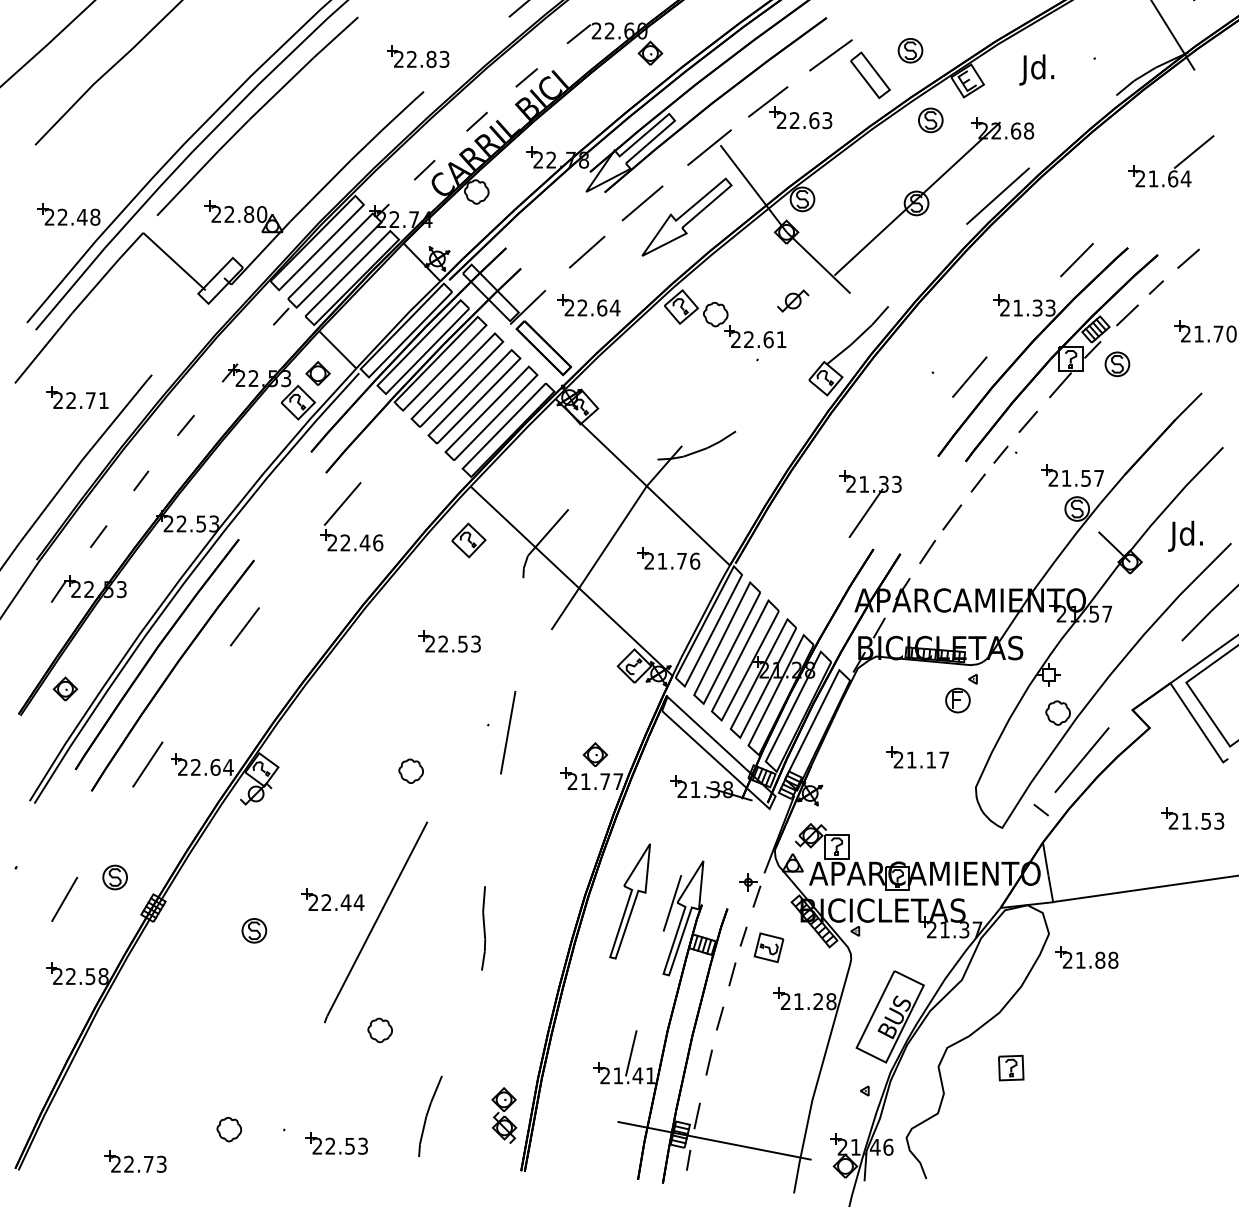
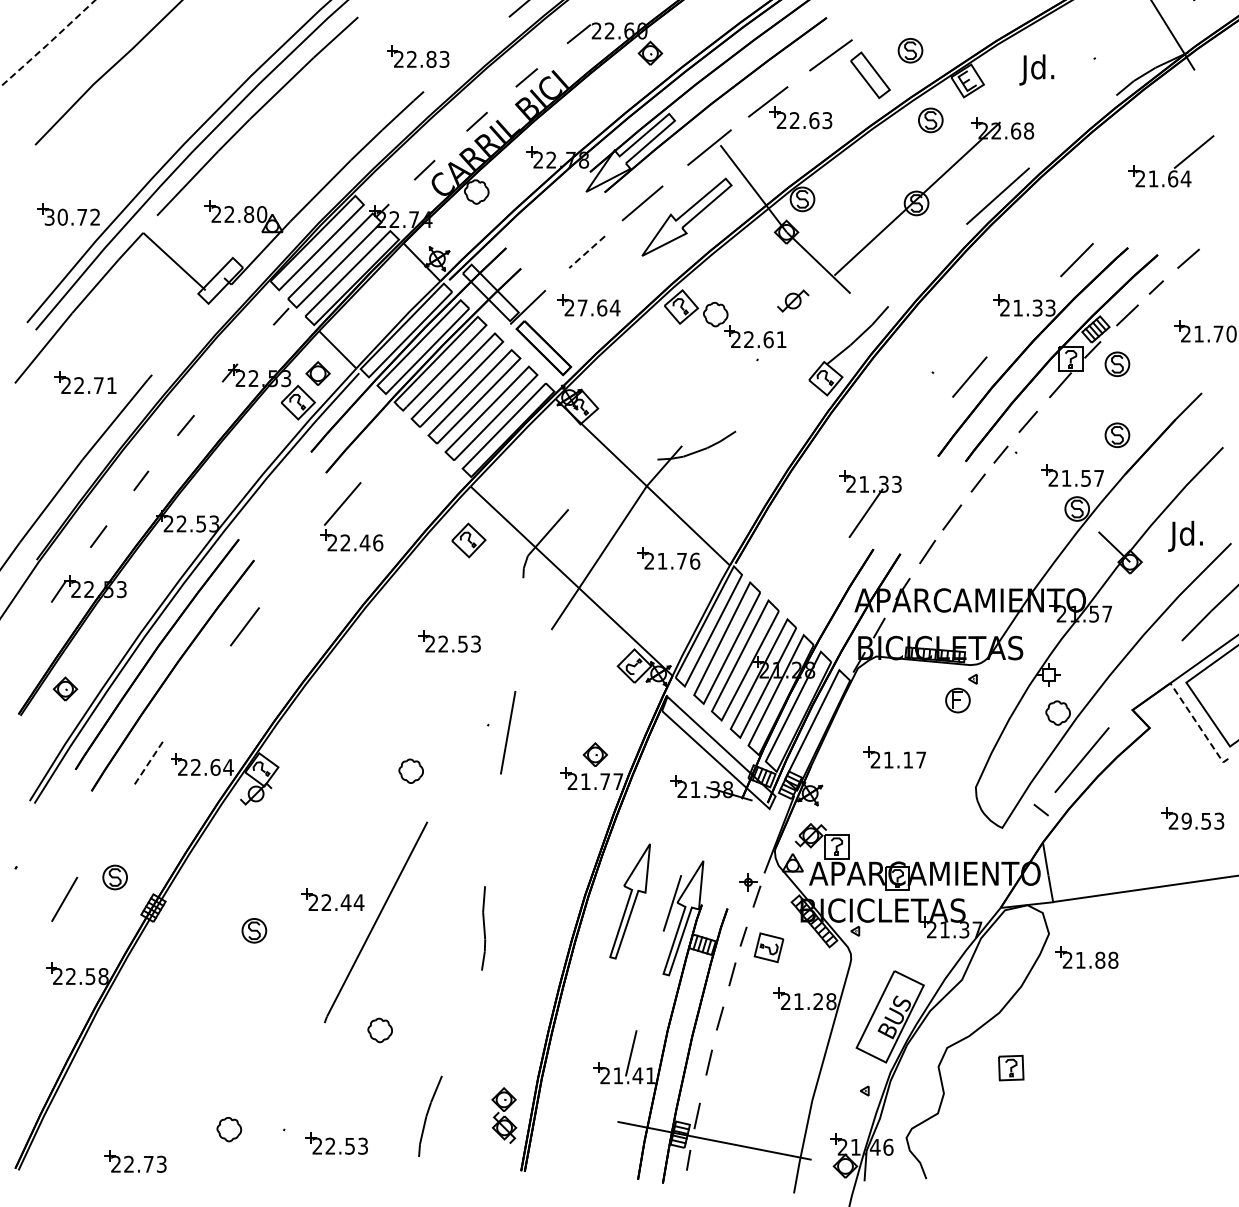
line at (48, 44): solid -> dashed
text at (72, 216): 22.48 -> 30.72
line at (587, 252): solid -> dashed
text at (582, 307): 22.64 -> 27.64
part at (77, 397) position: (77, 397) -> (85, 382)
part at (1117, 435): none -> present
line at (1199, 726): solid -> dashed
part at (917, 757) position: (917, 757) -> (894, 757)
line at (147, 765): solid -> dashed
text at (1186, 820): 21.53 -> 29.53
